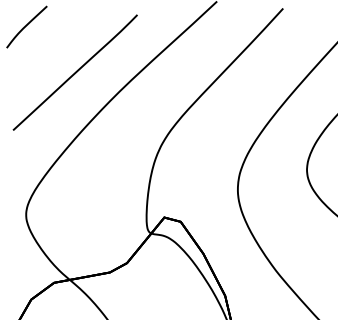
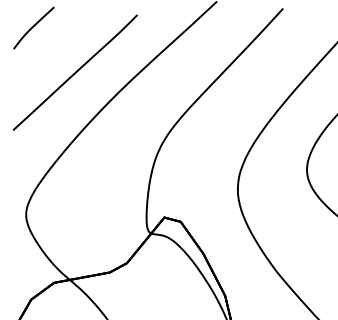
curve at (26, 26) position: (26, 26) -> (33, 27)
